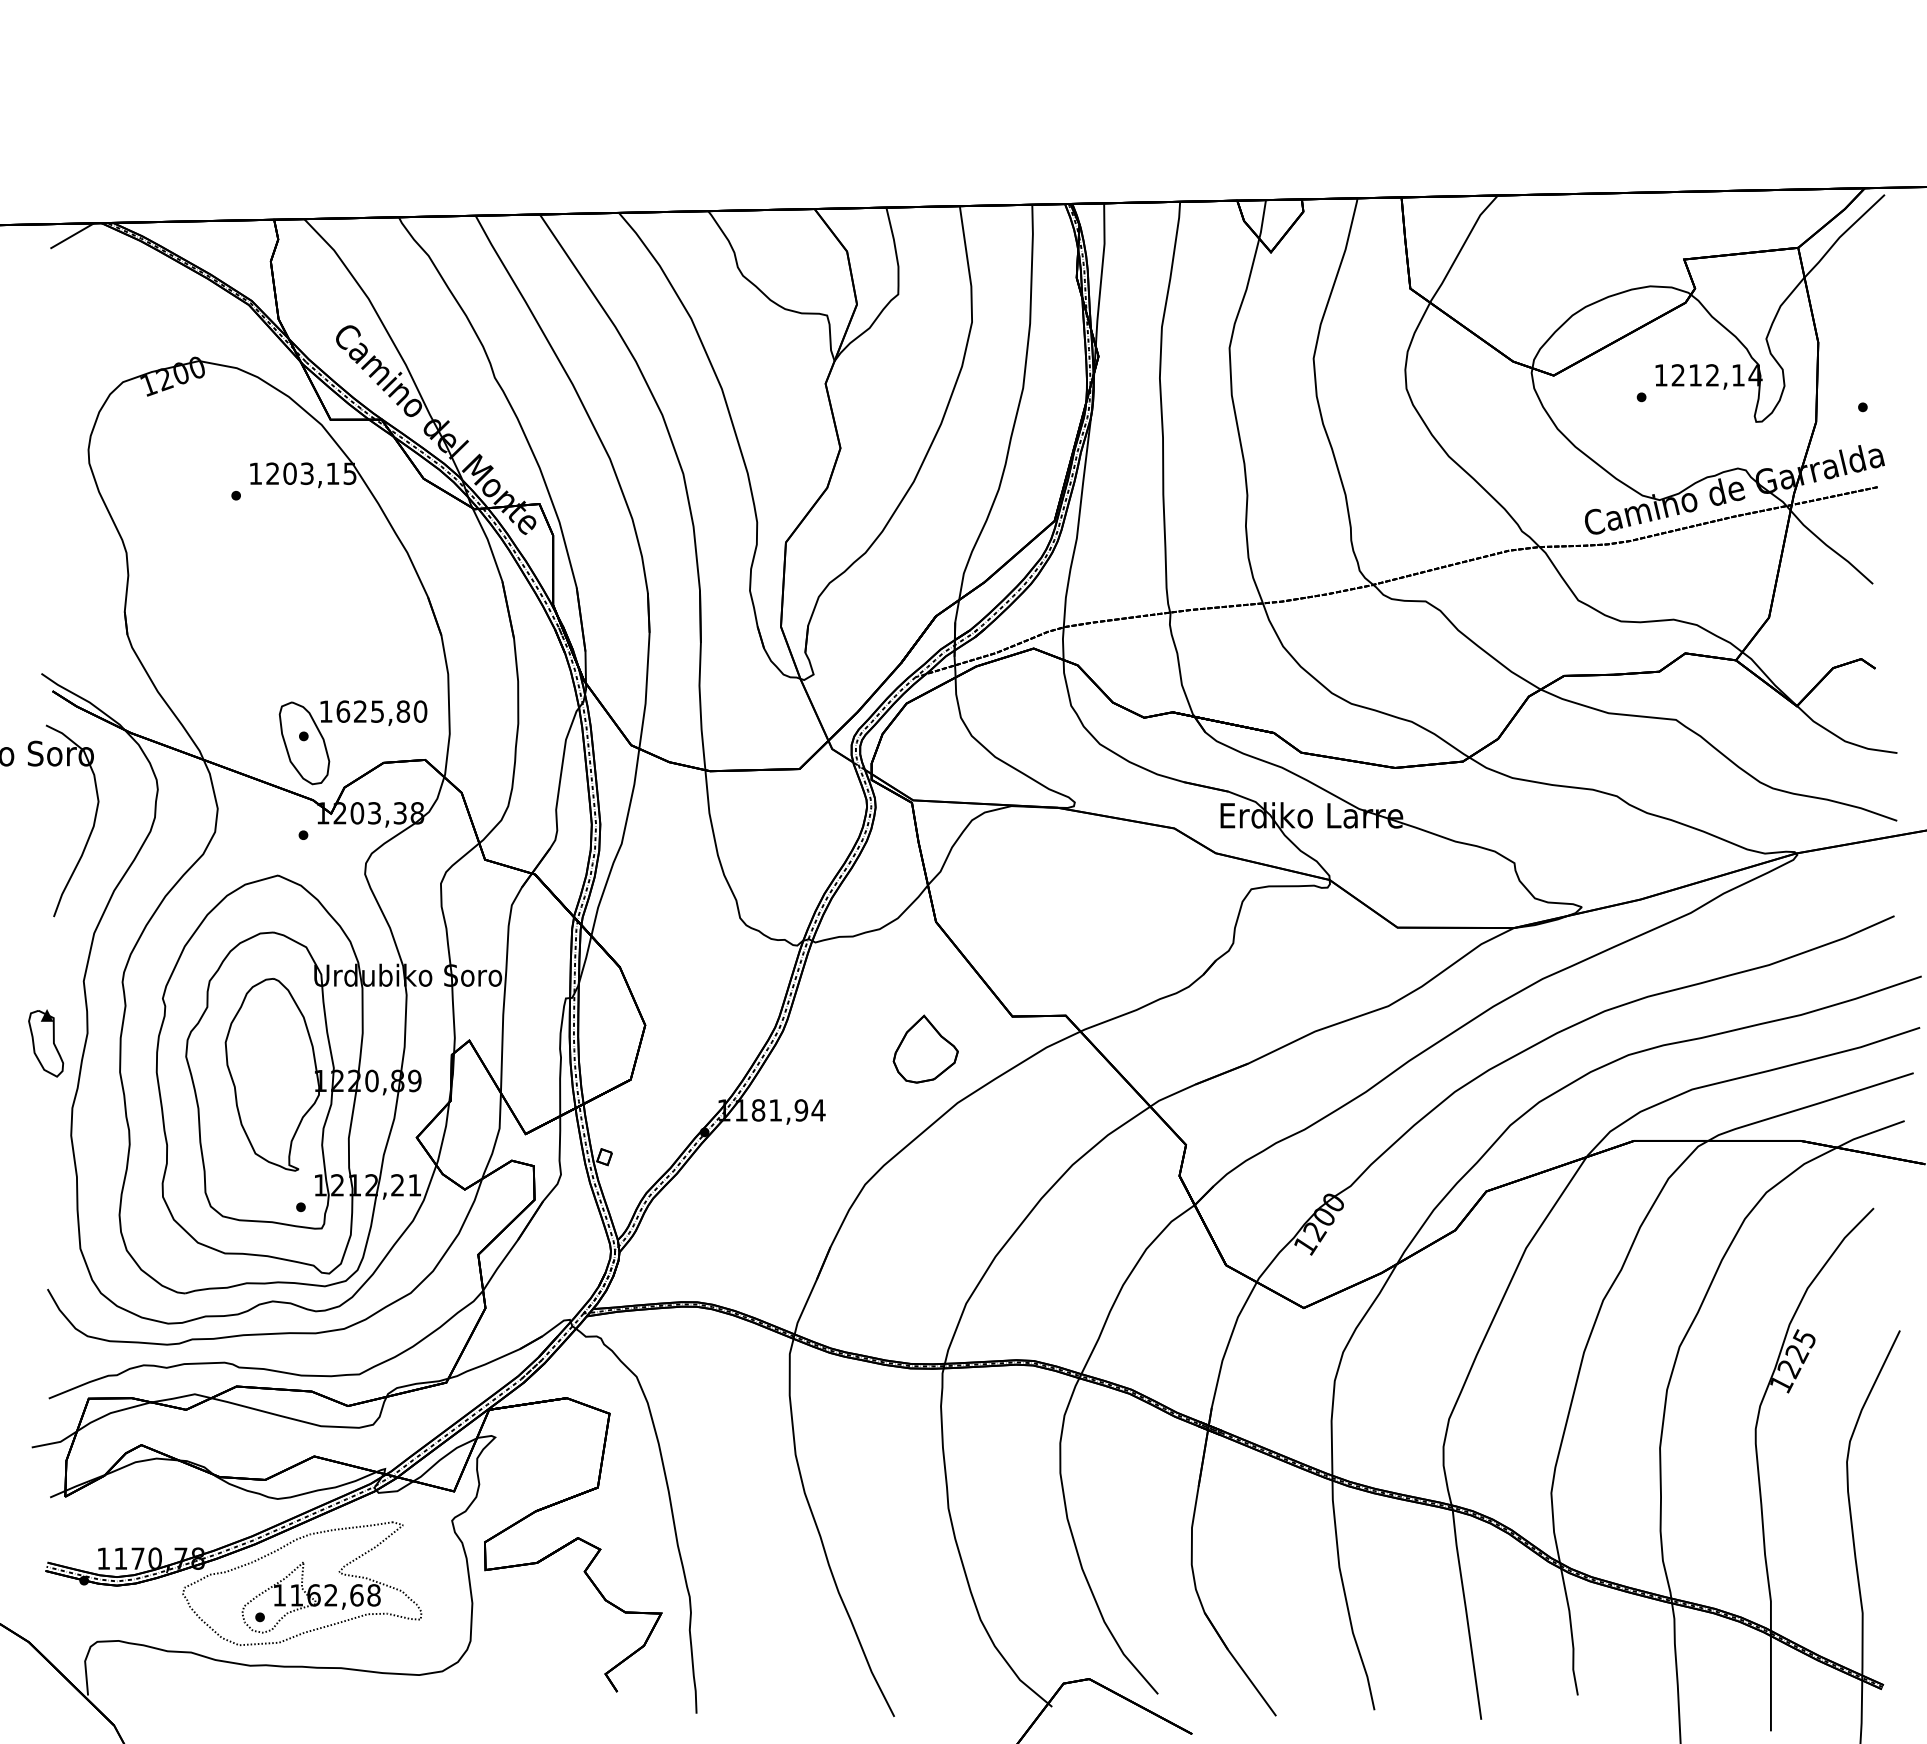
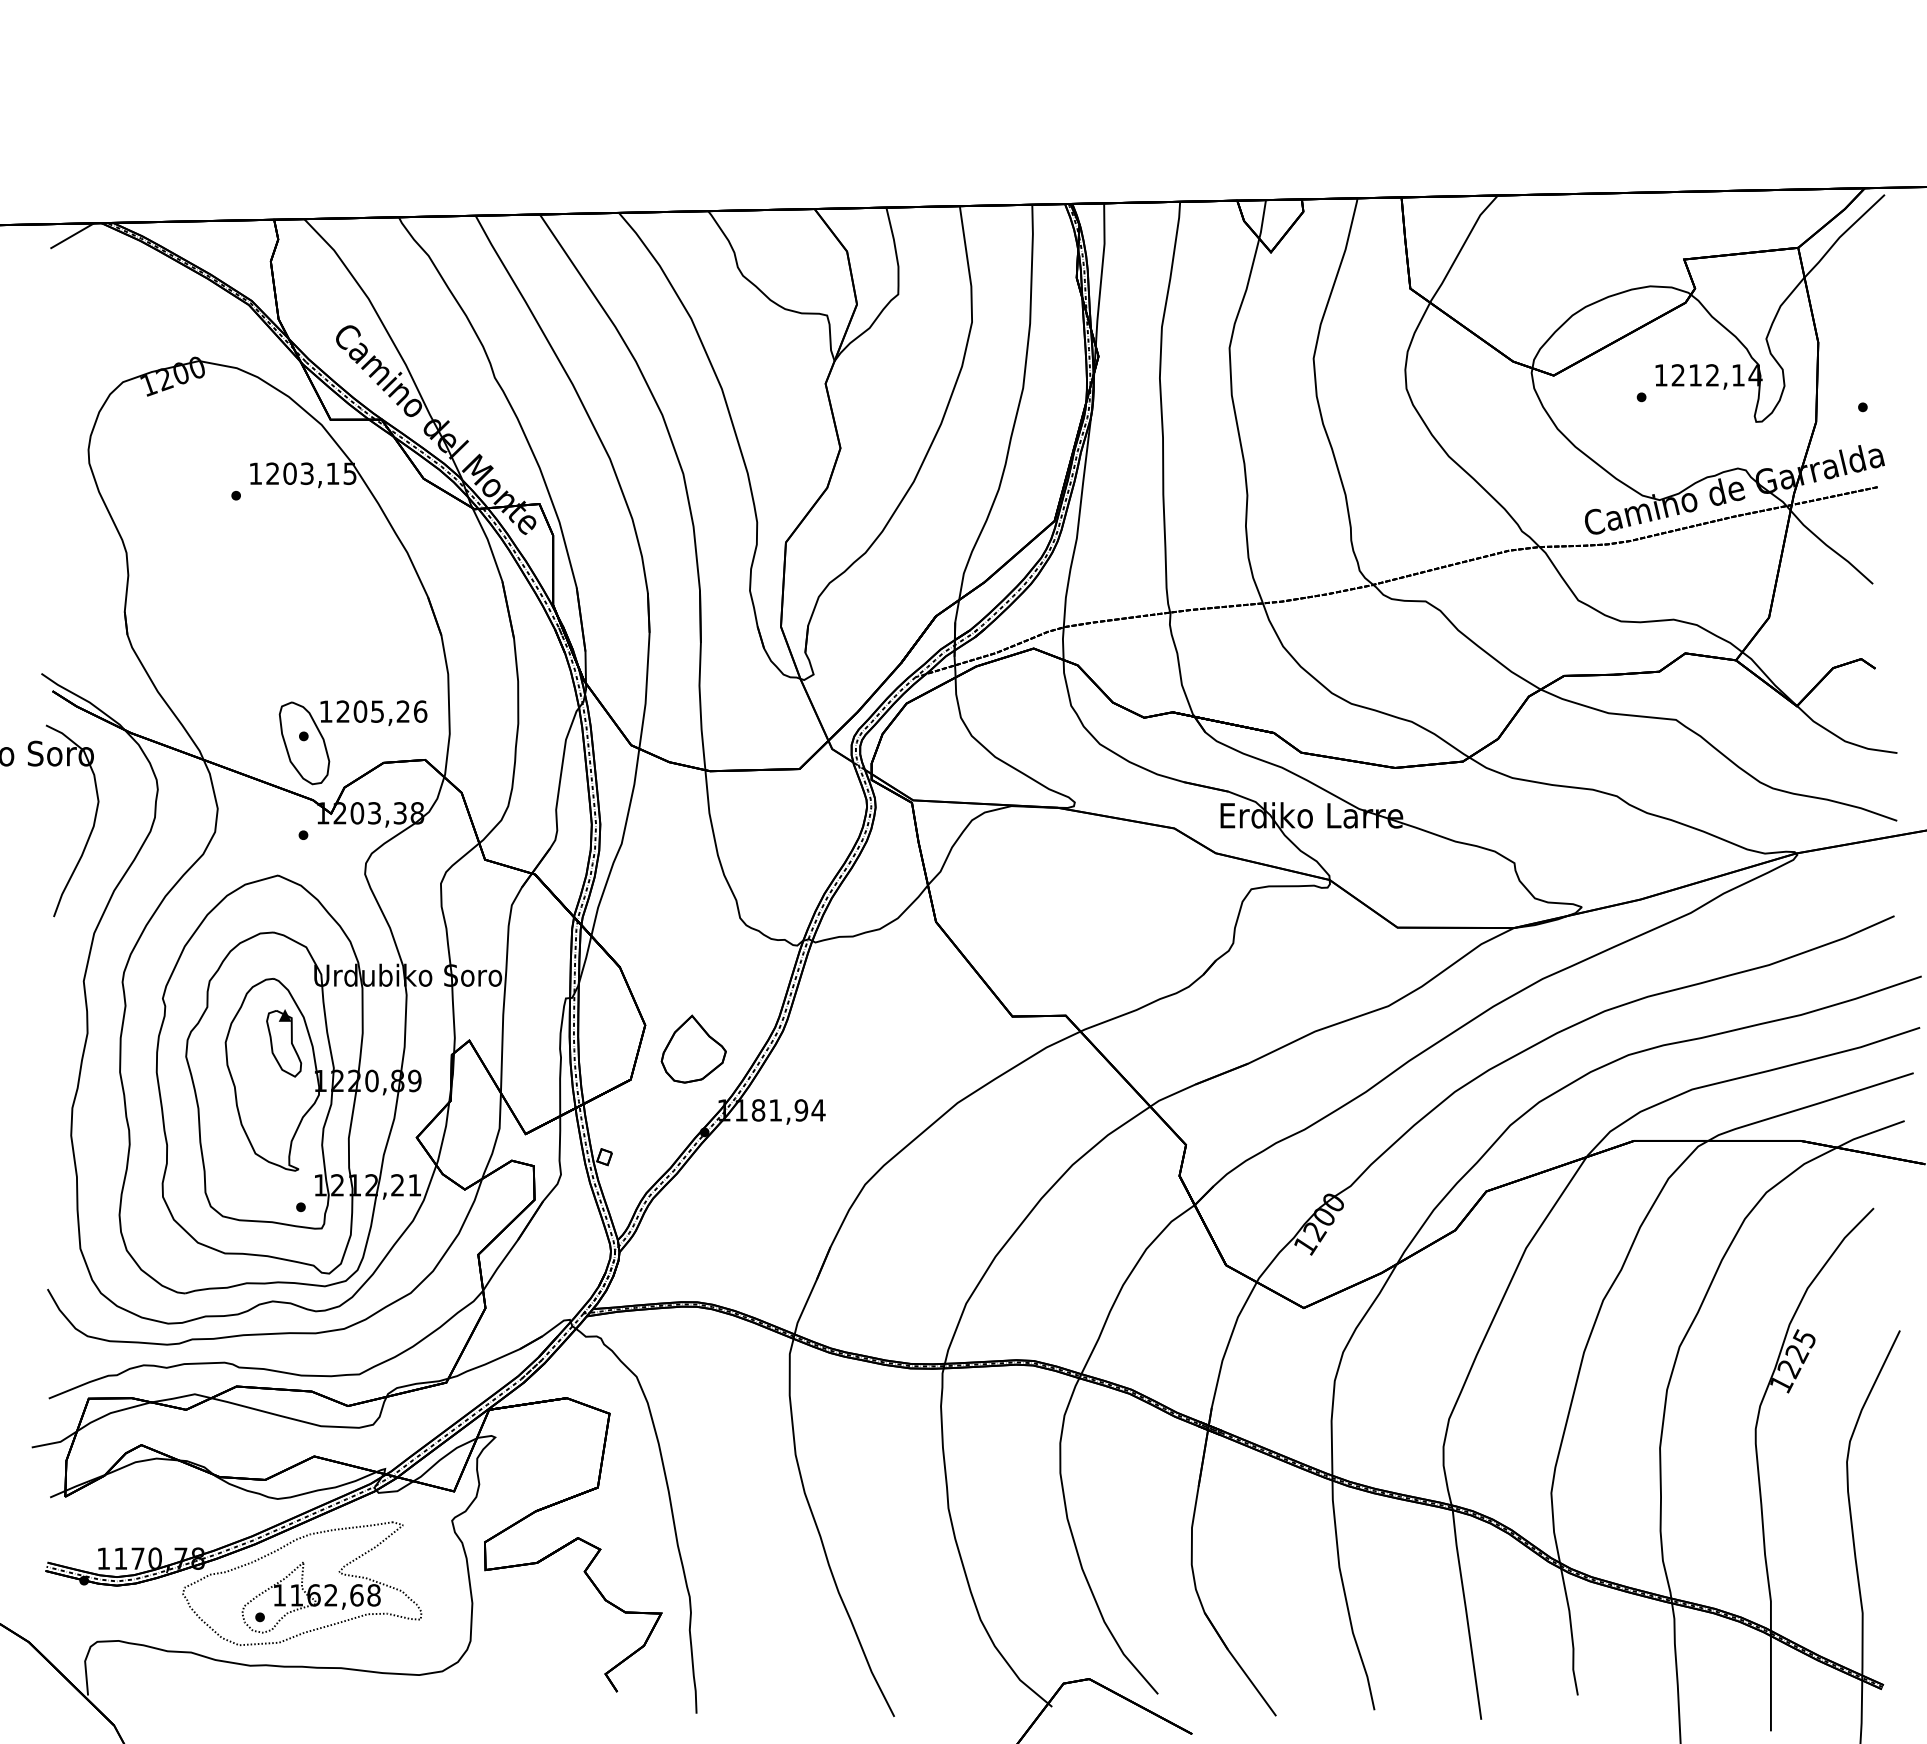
text at (381, 711): 1625,80 -> 1205,26
part at (46, 1043) position: (46, 1043) -> (284, 1043)
part at (925, 1048) position: (925, 1048) -> (693, 1048)
